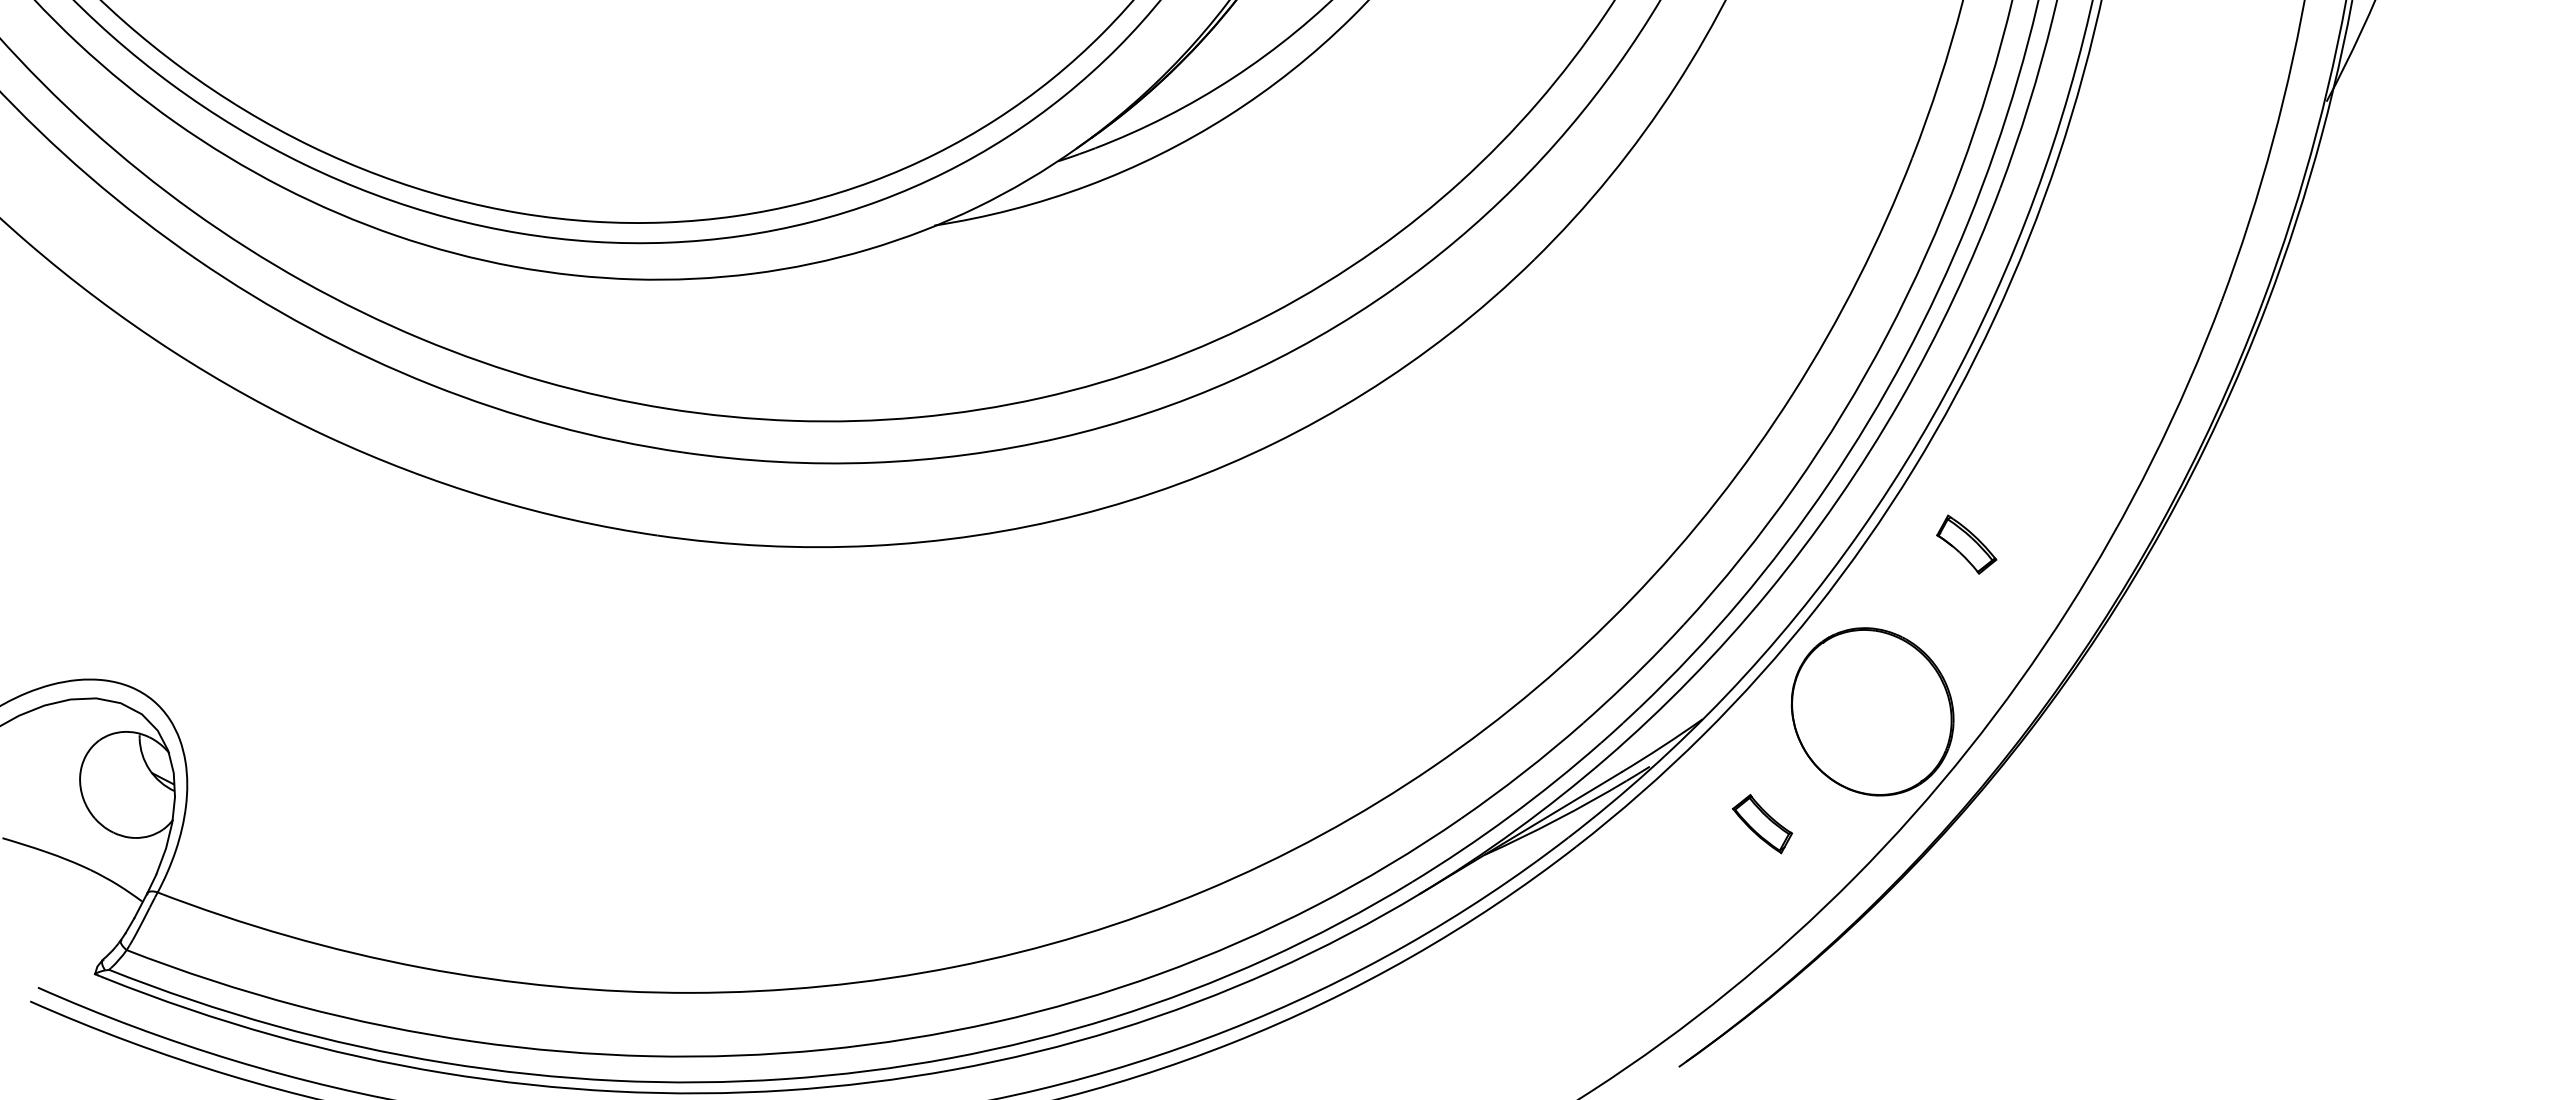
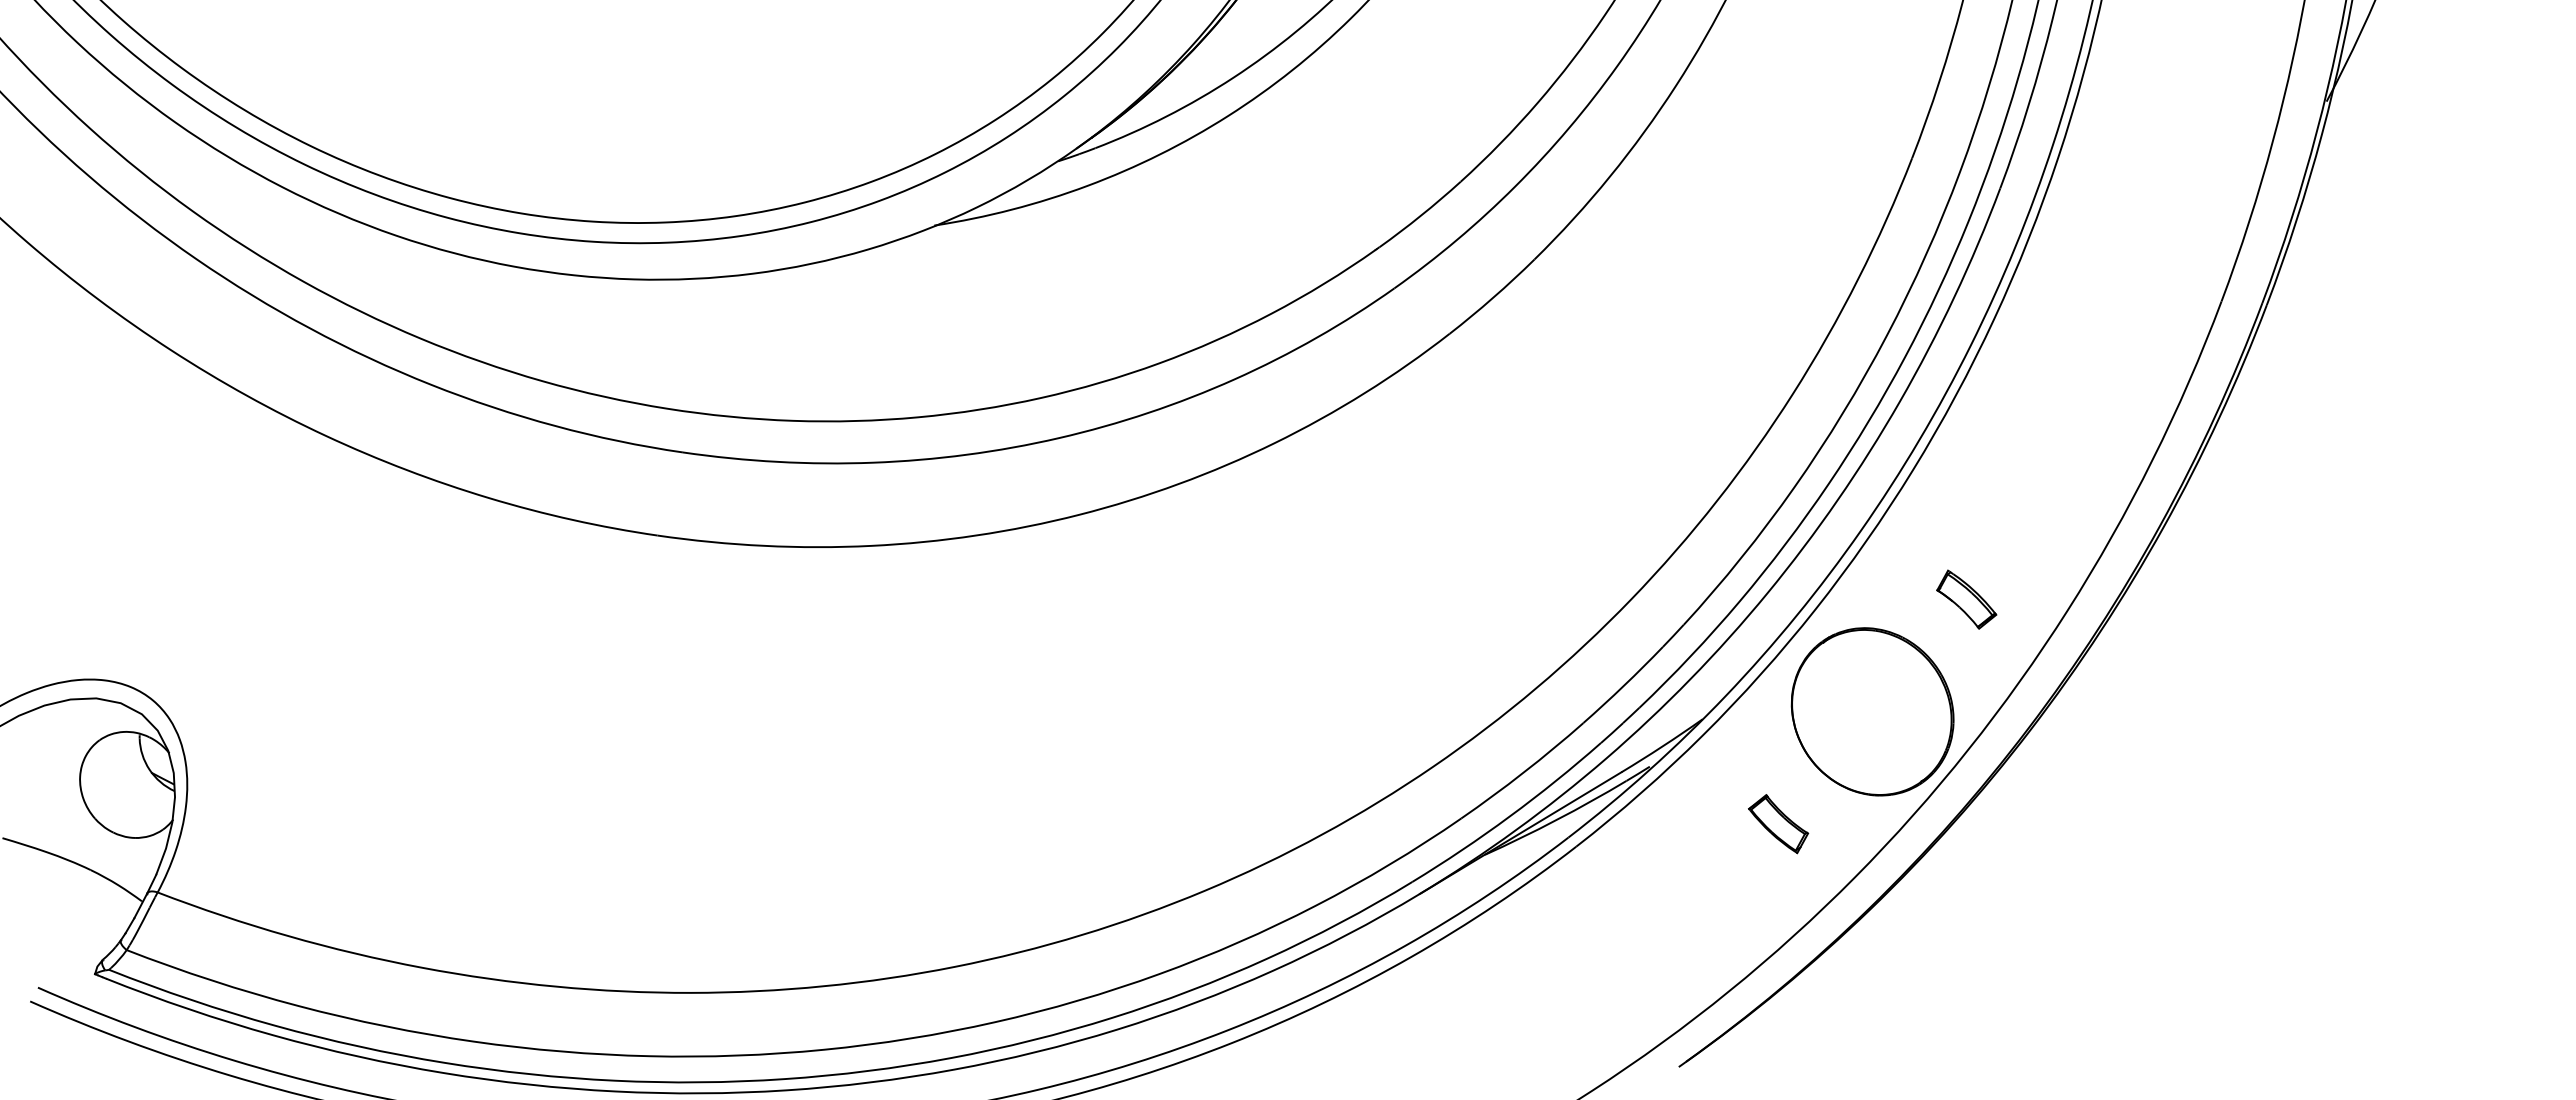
part at (1966, 544) position: (1966, 544) -> (1966, 599)
part at (1762, 824) position: (1762, 824) -> (1778, 824)
